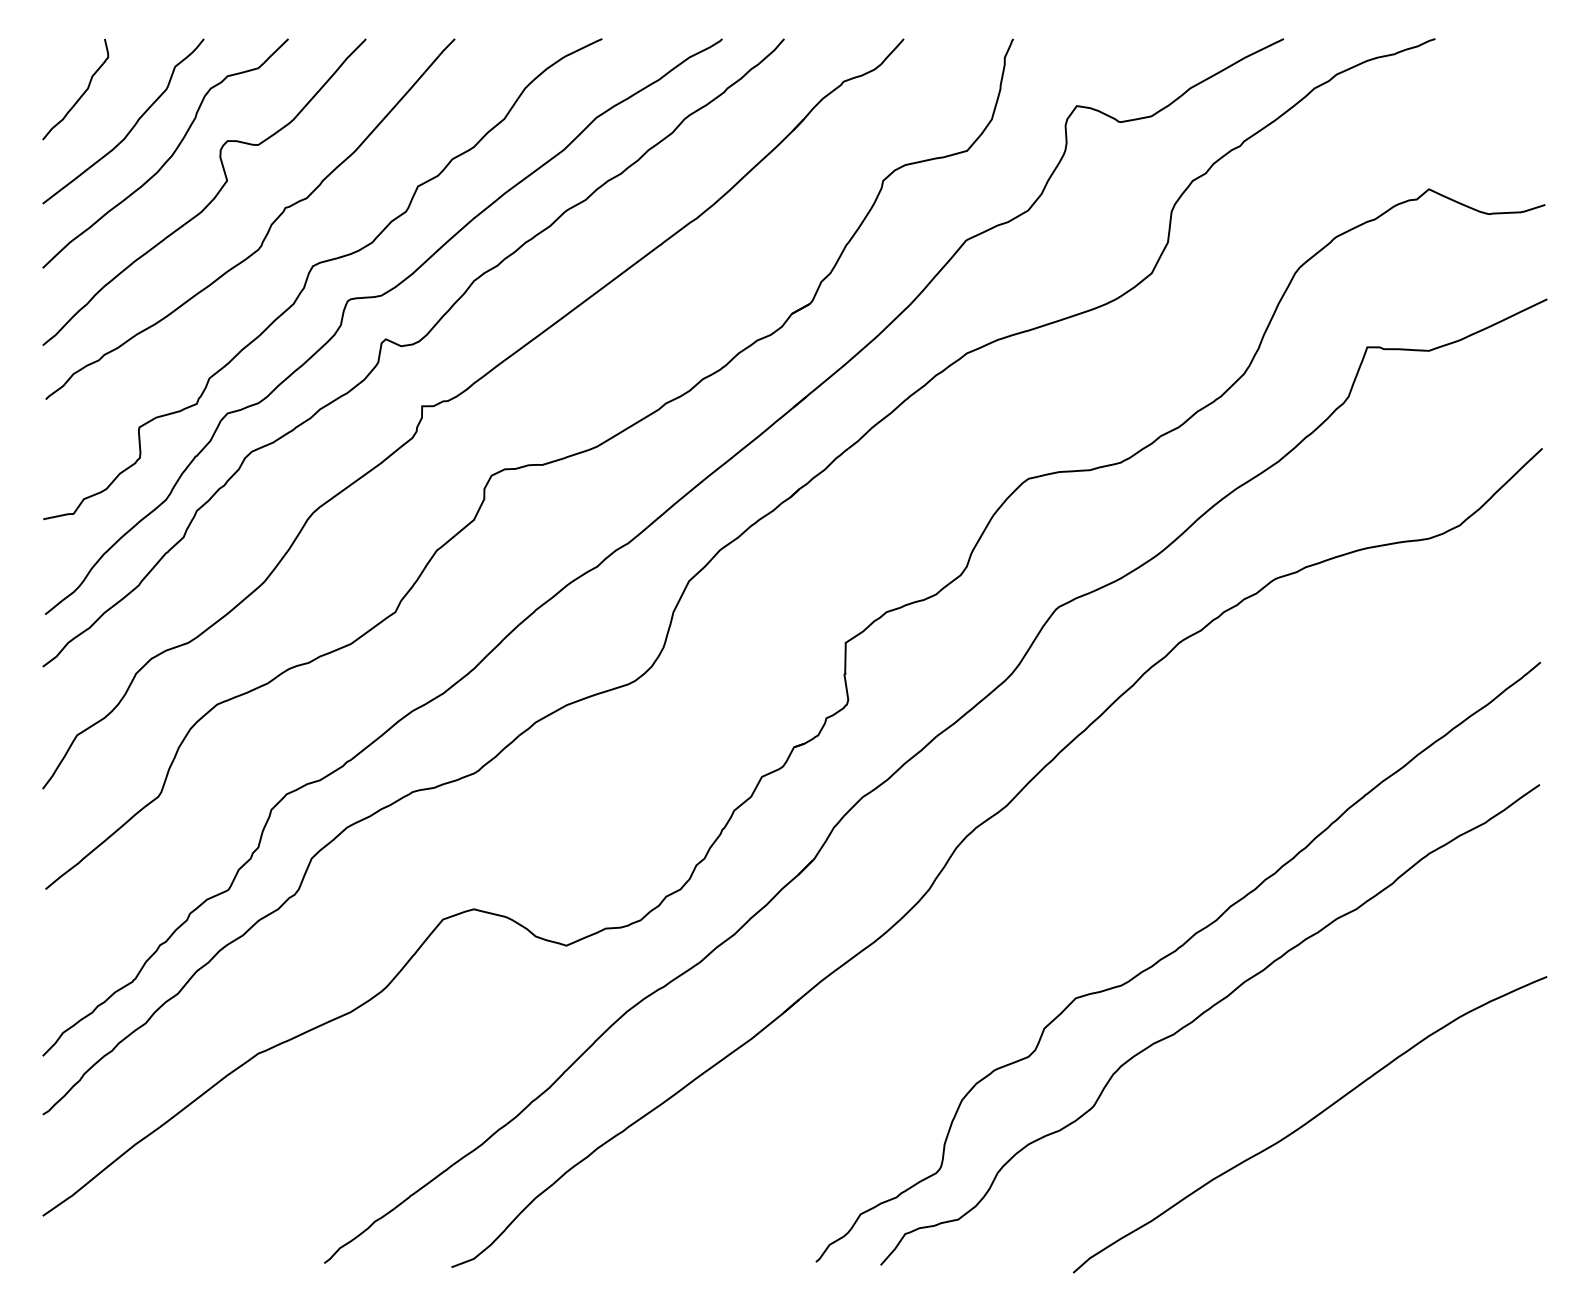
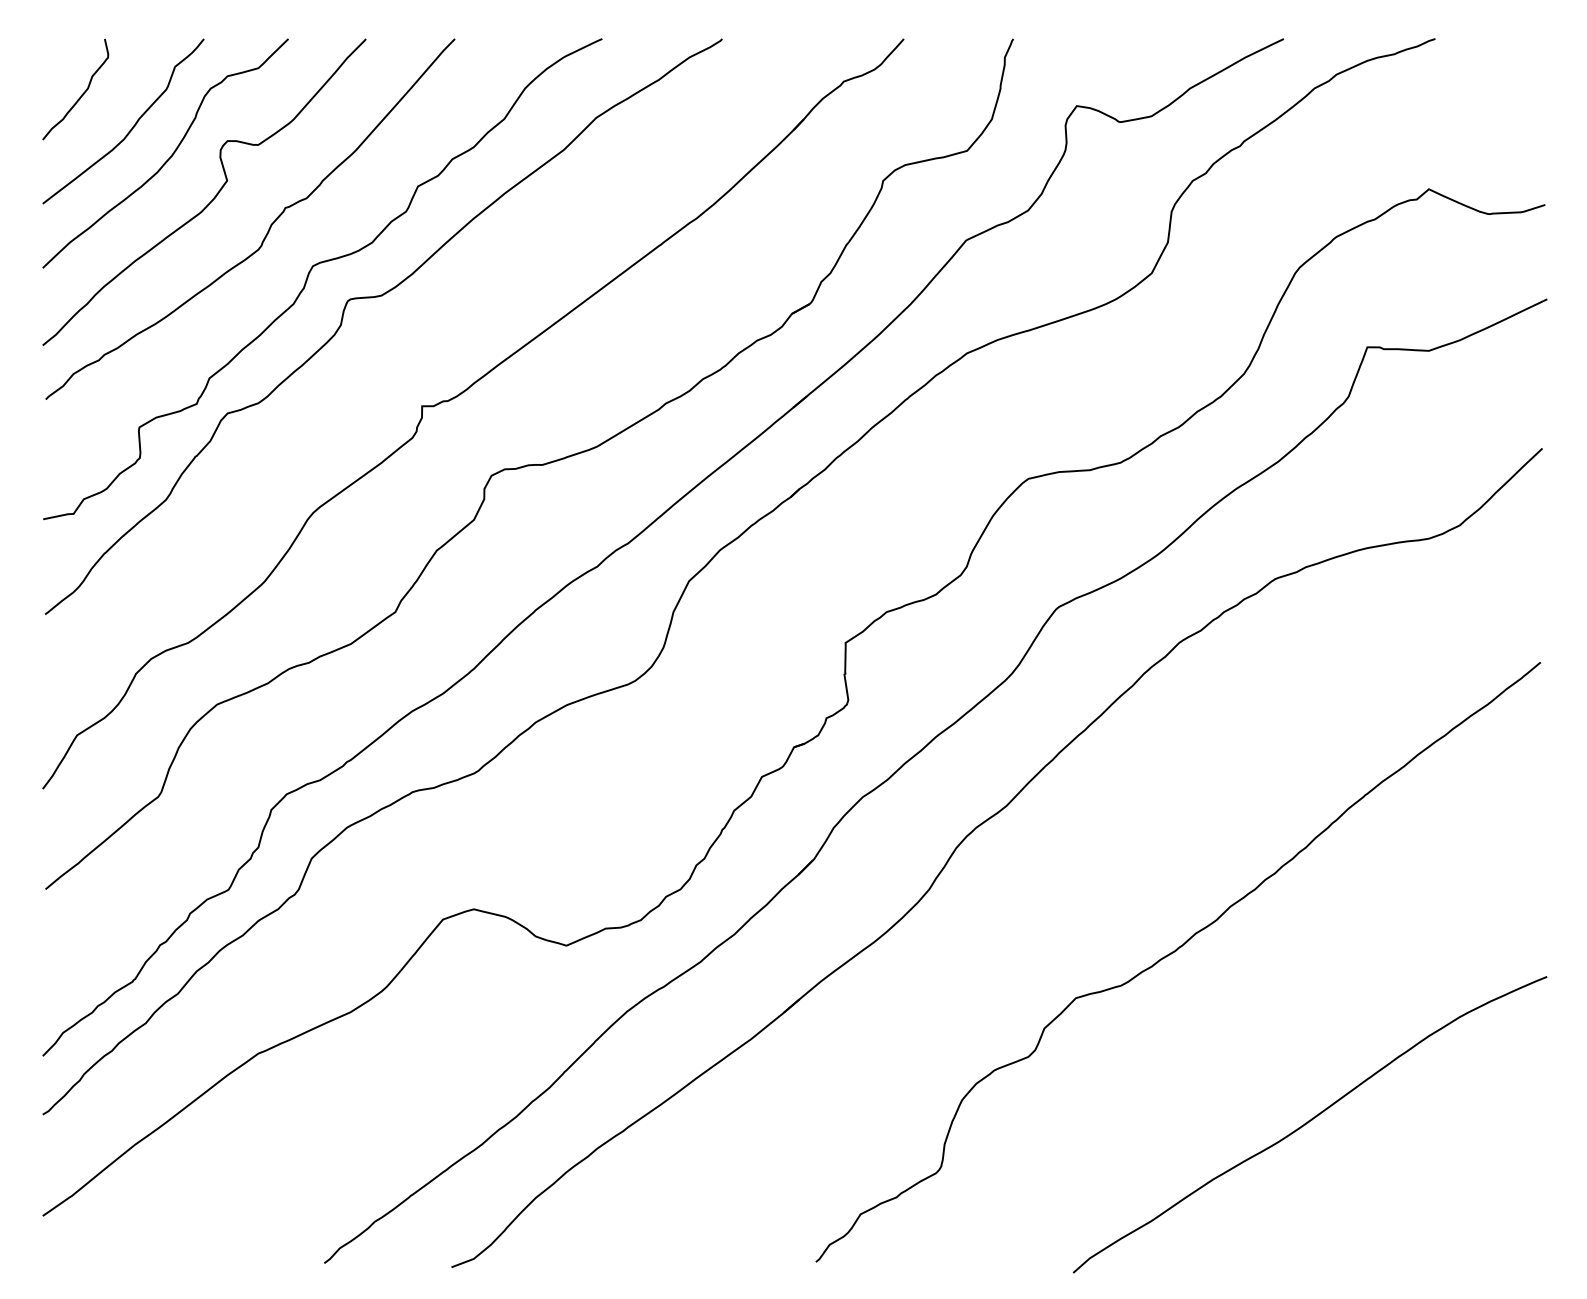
curve at (413, 345): present -> none
curve at (1203, 1014): present -> none
